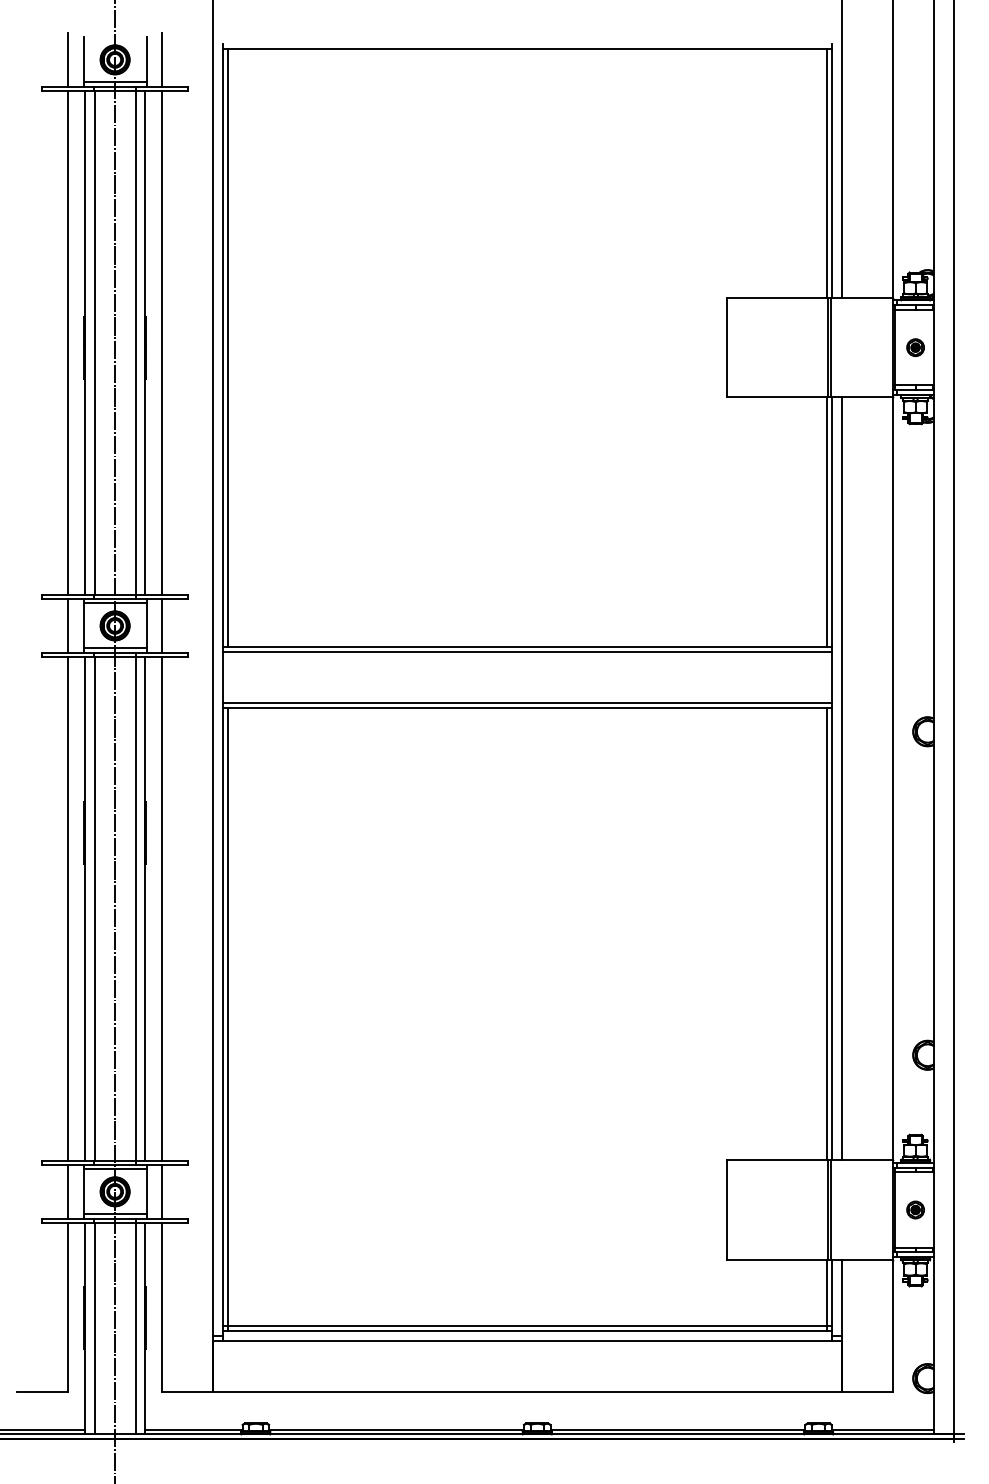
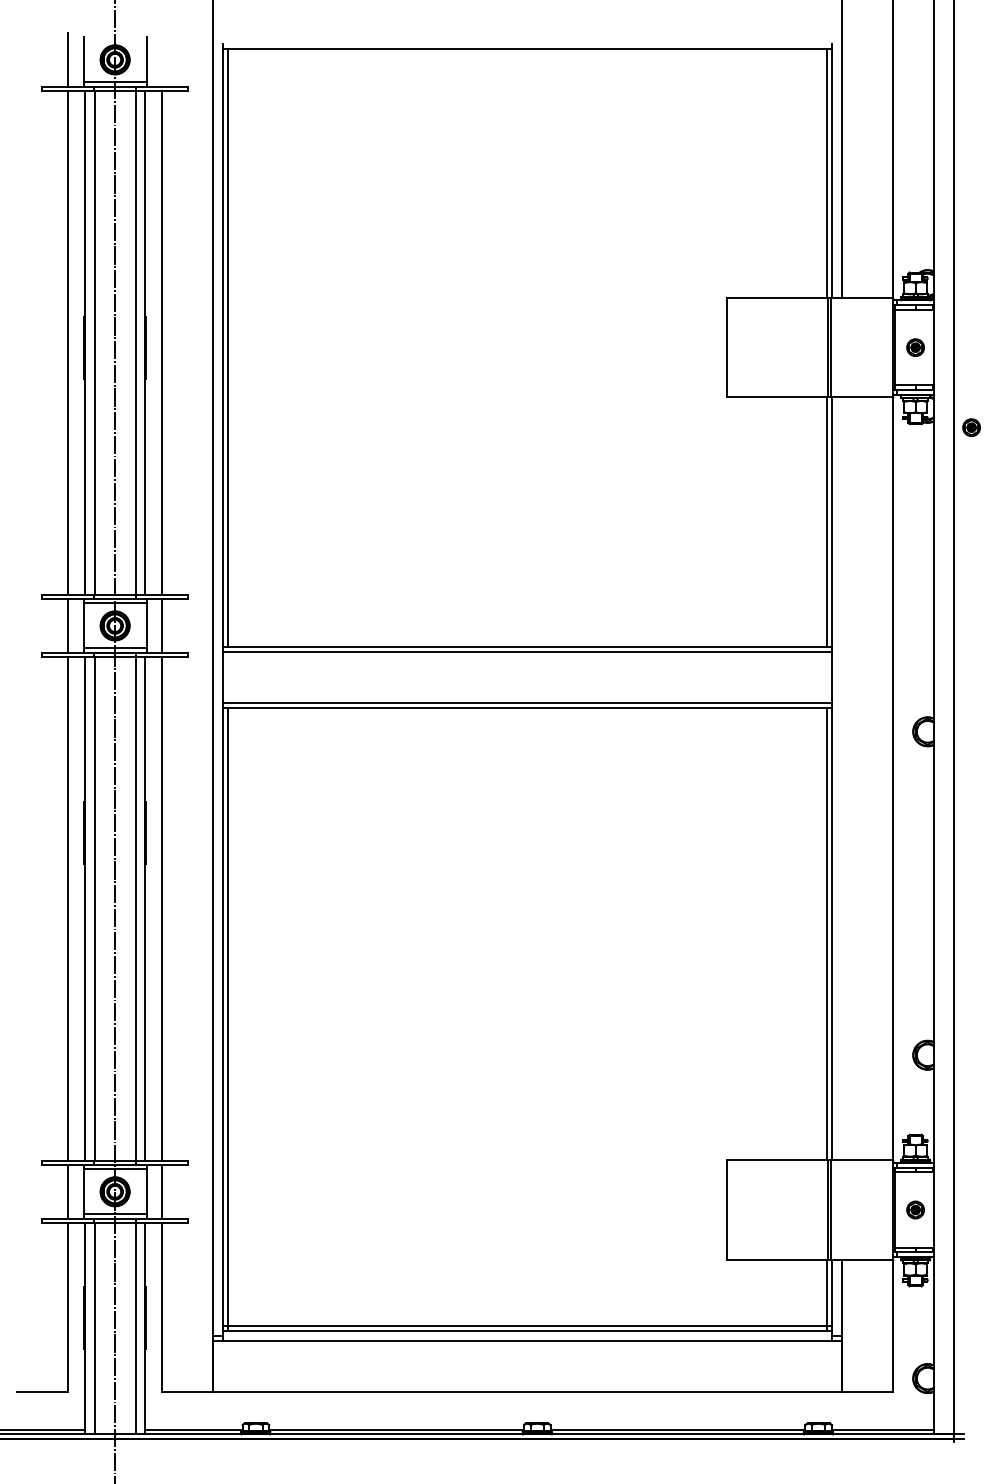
line at (162, 59): present -> none
part at (971, 427): none -> present
line at (841, 778): present -> none
